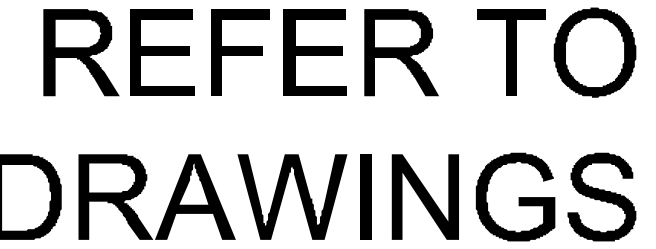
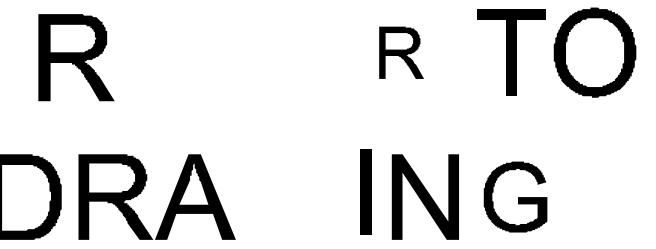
part at (81, 52) position: (81, 52) -> (76, 57)
fill at (162, 52): present -> none
part at (240, 52): present -> none
fill at (315, 52): present -> none
part at (401, 52) size: 75x88 px -> 45x53 px
fill at (292, 196): present -> none
part at (365, 196) position: (365, 196) -> (365, 191)
part at (515, 196) size: 81x90 px -> 65x72 px
fill at (601, 196): present -> none
